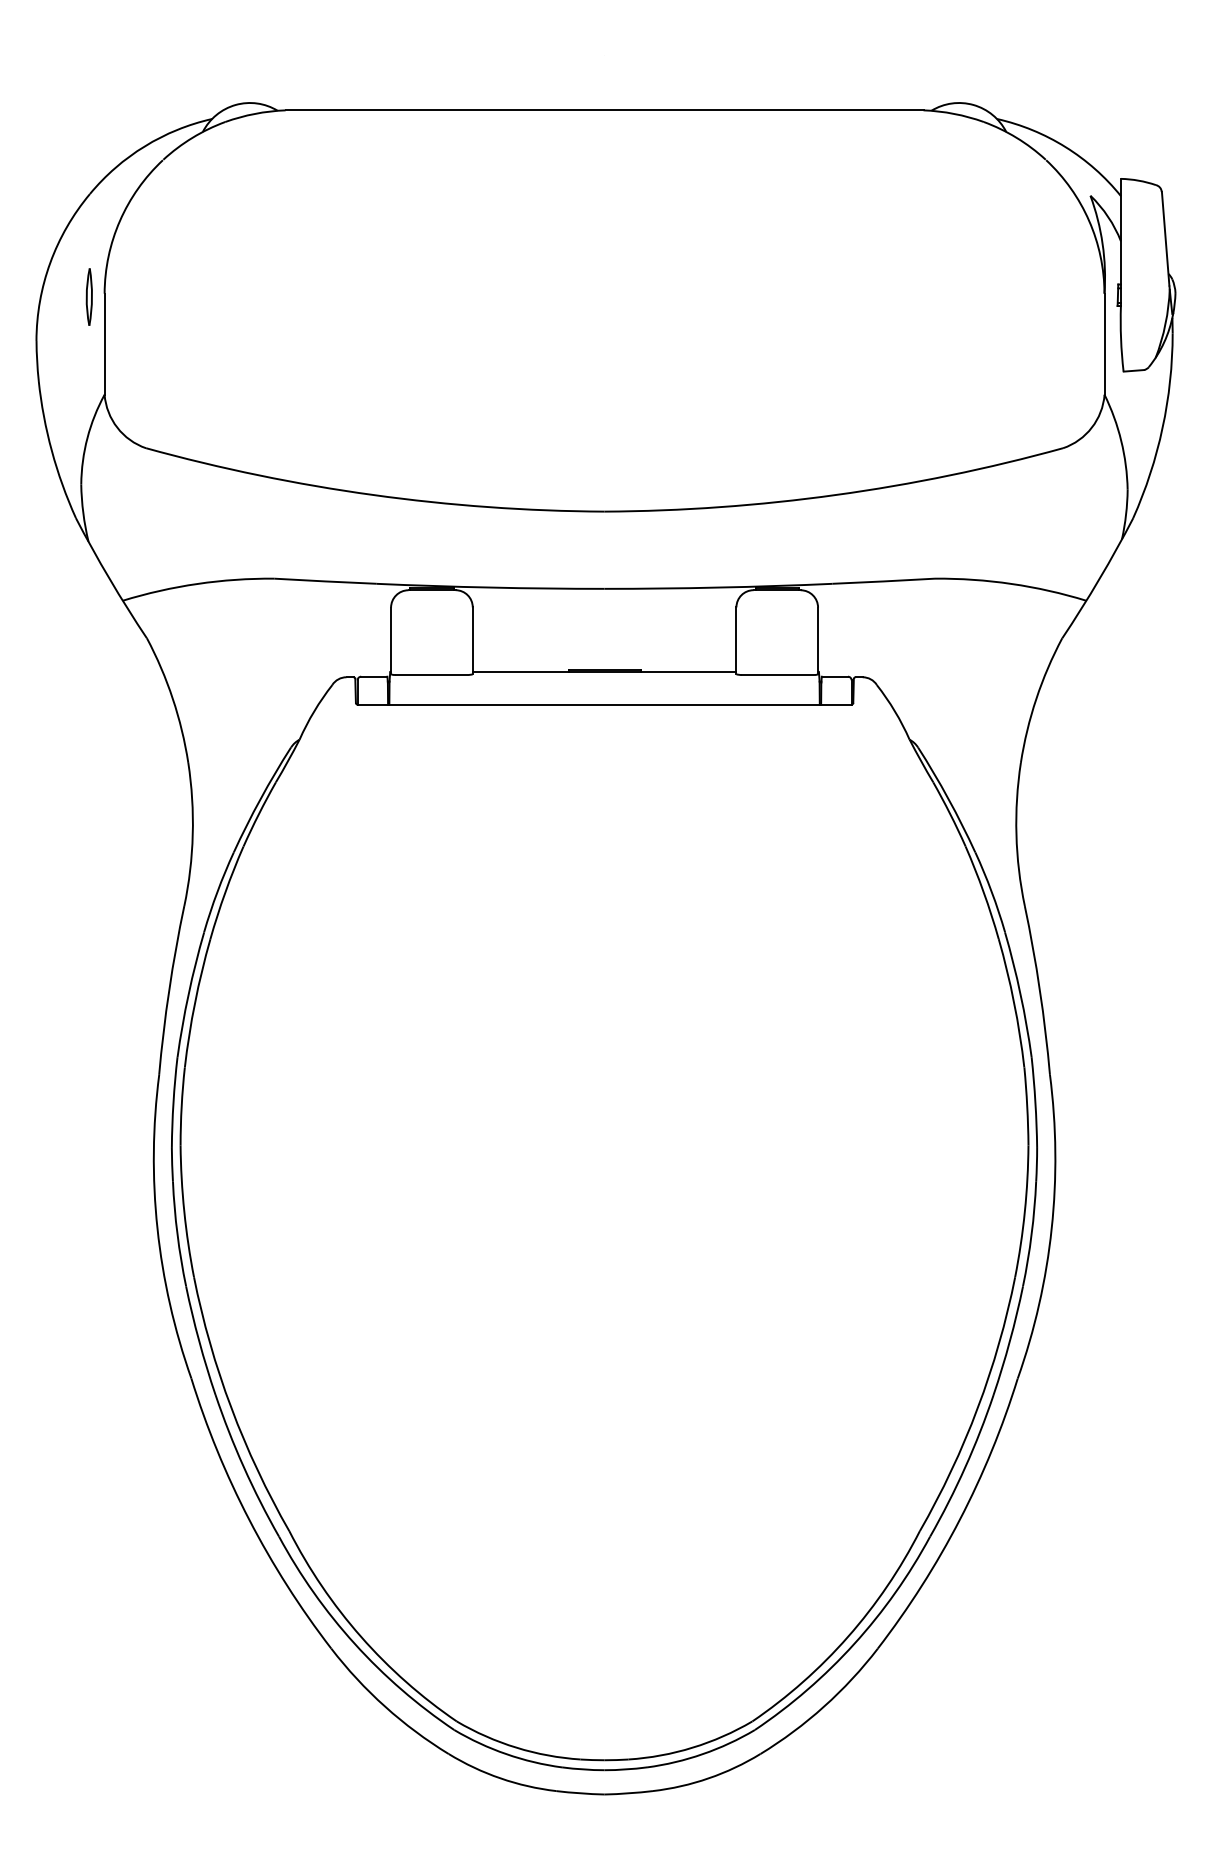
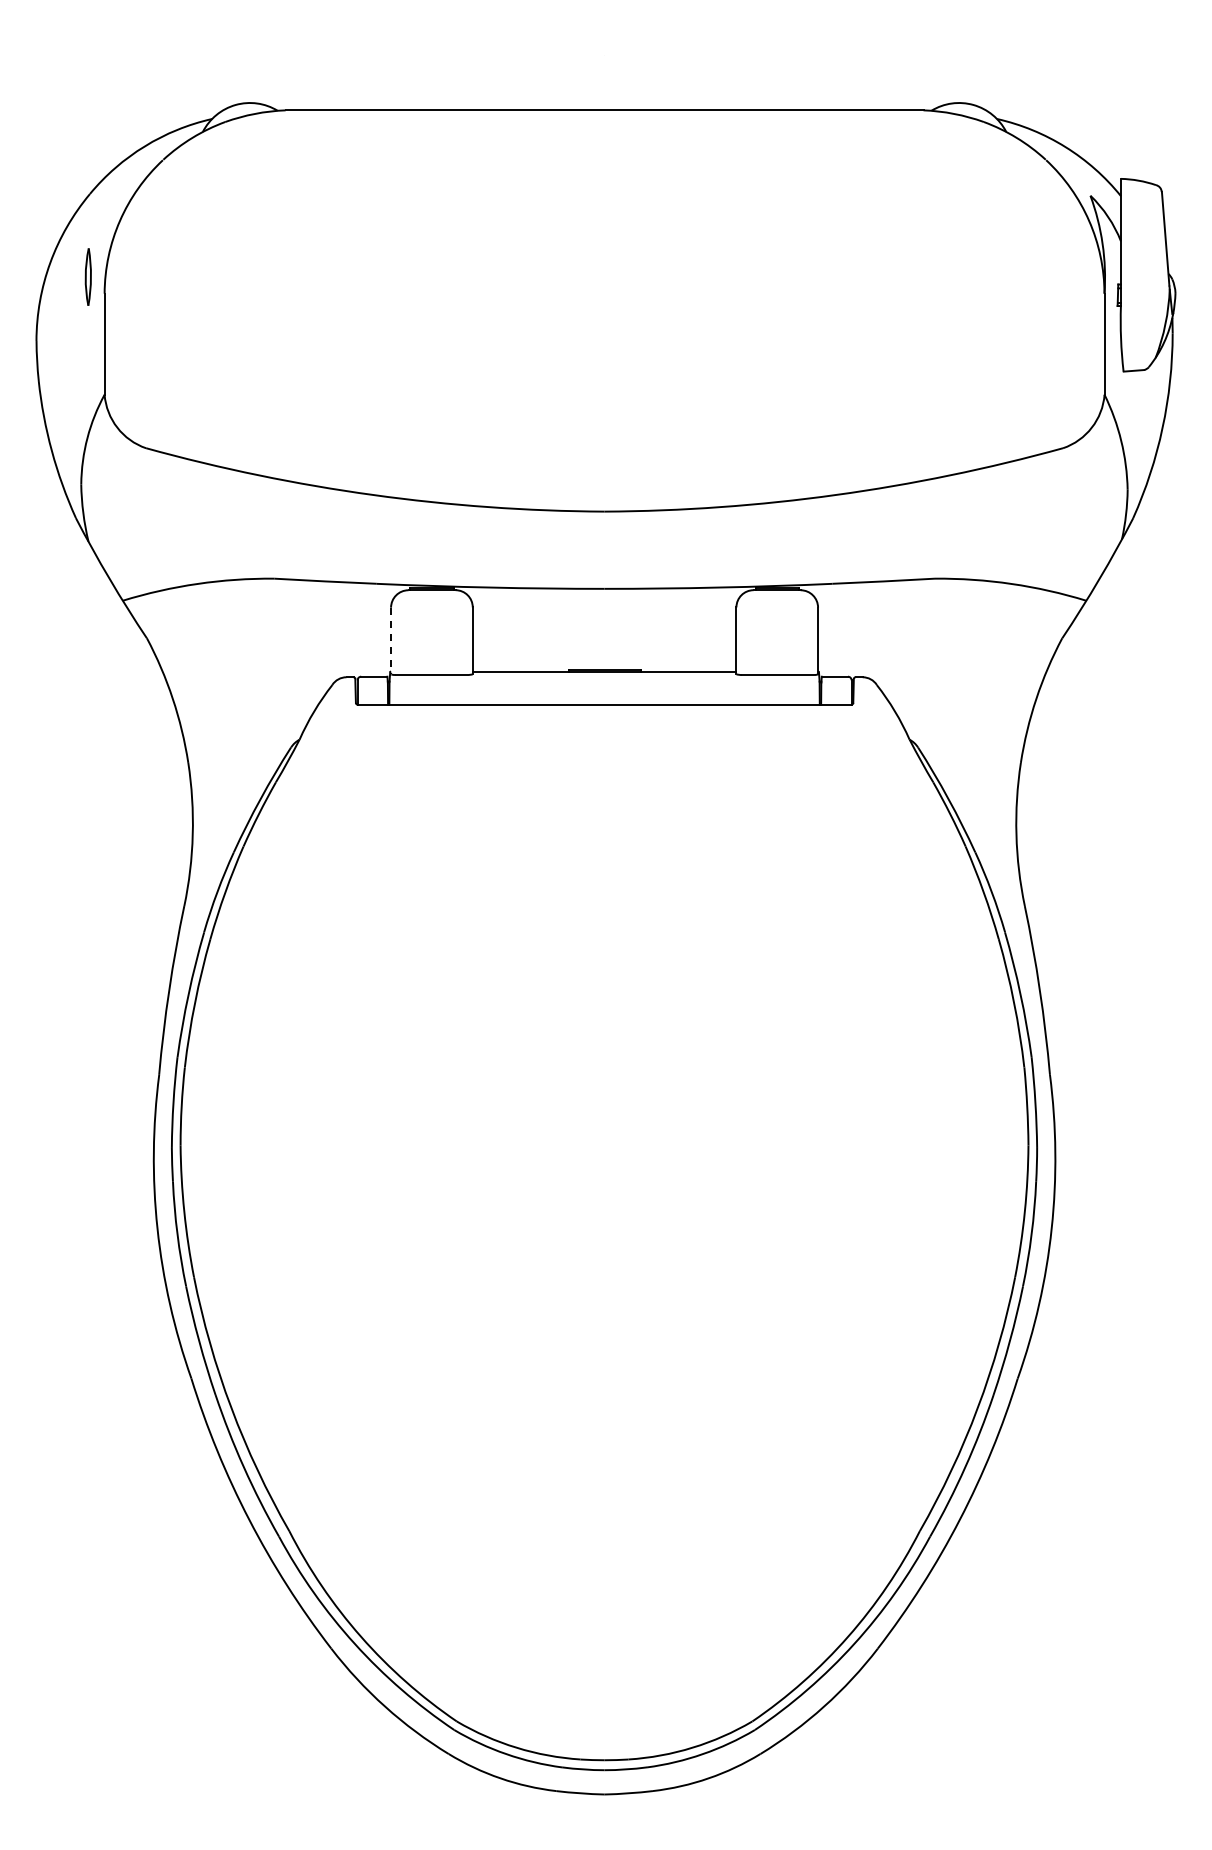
part at (88, 296) position: (88, 296) -> (87, 276)
line at (391, 641): solid -> dashed
